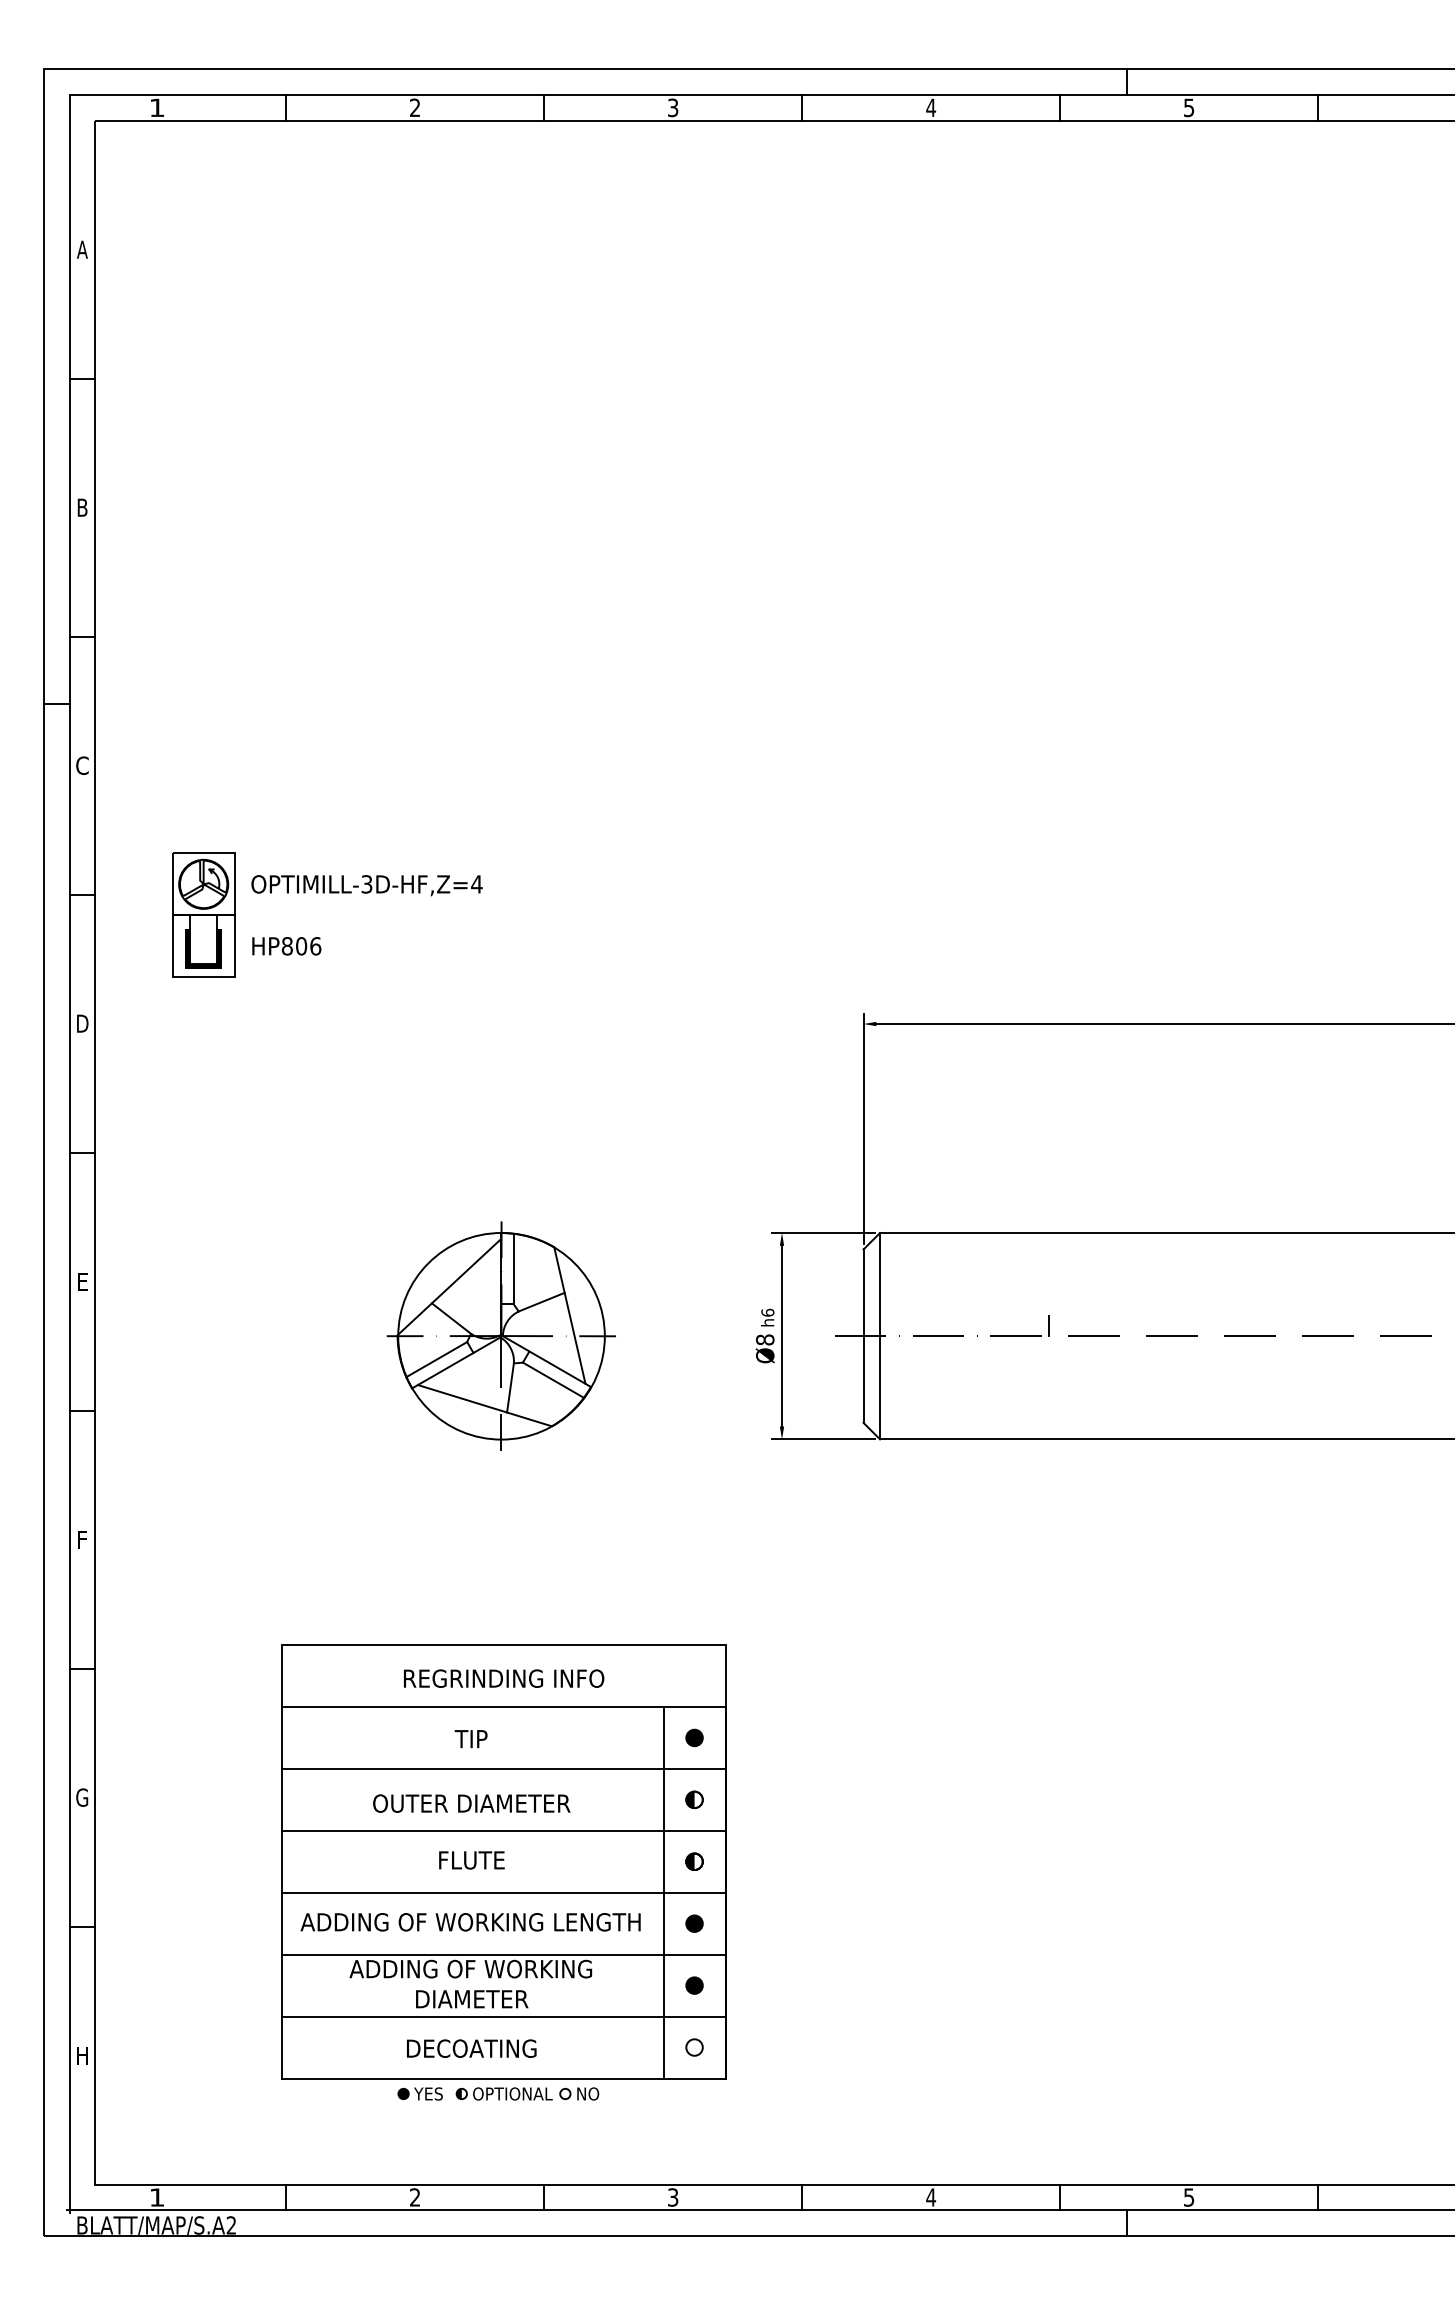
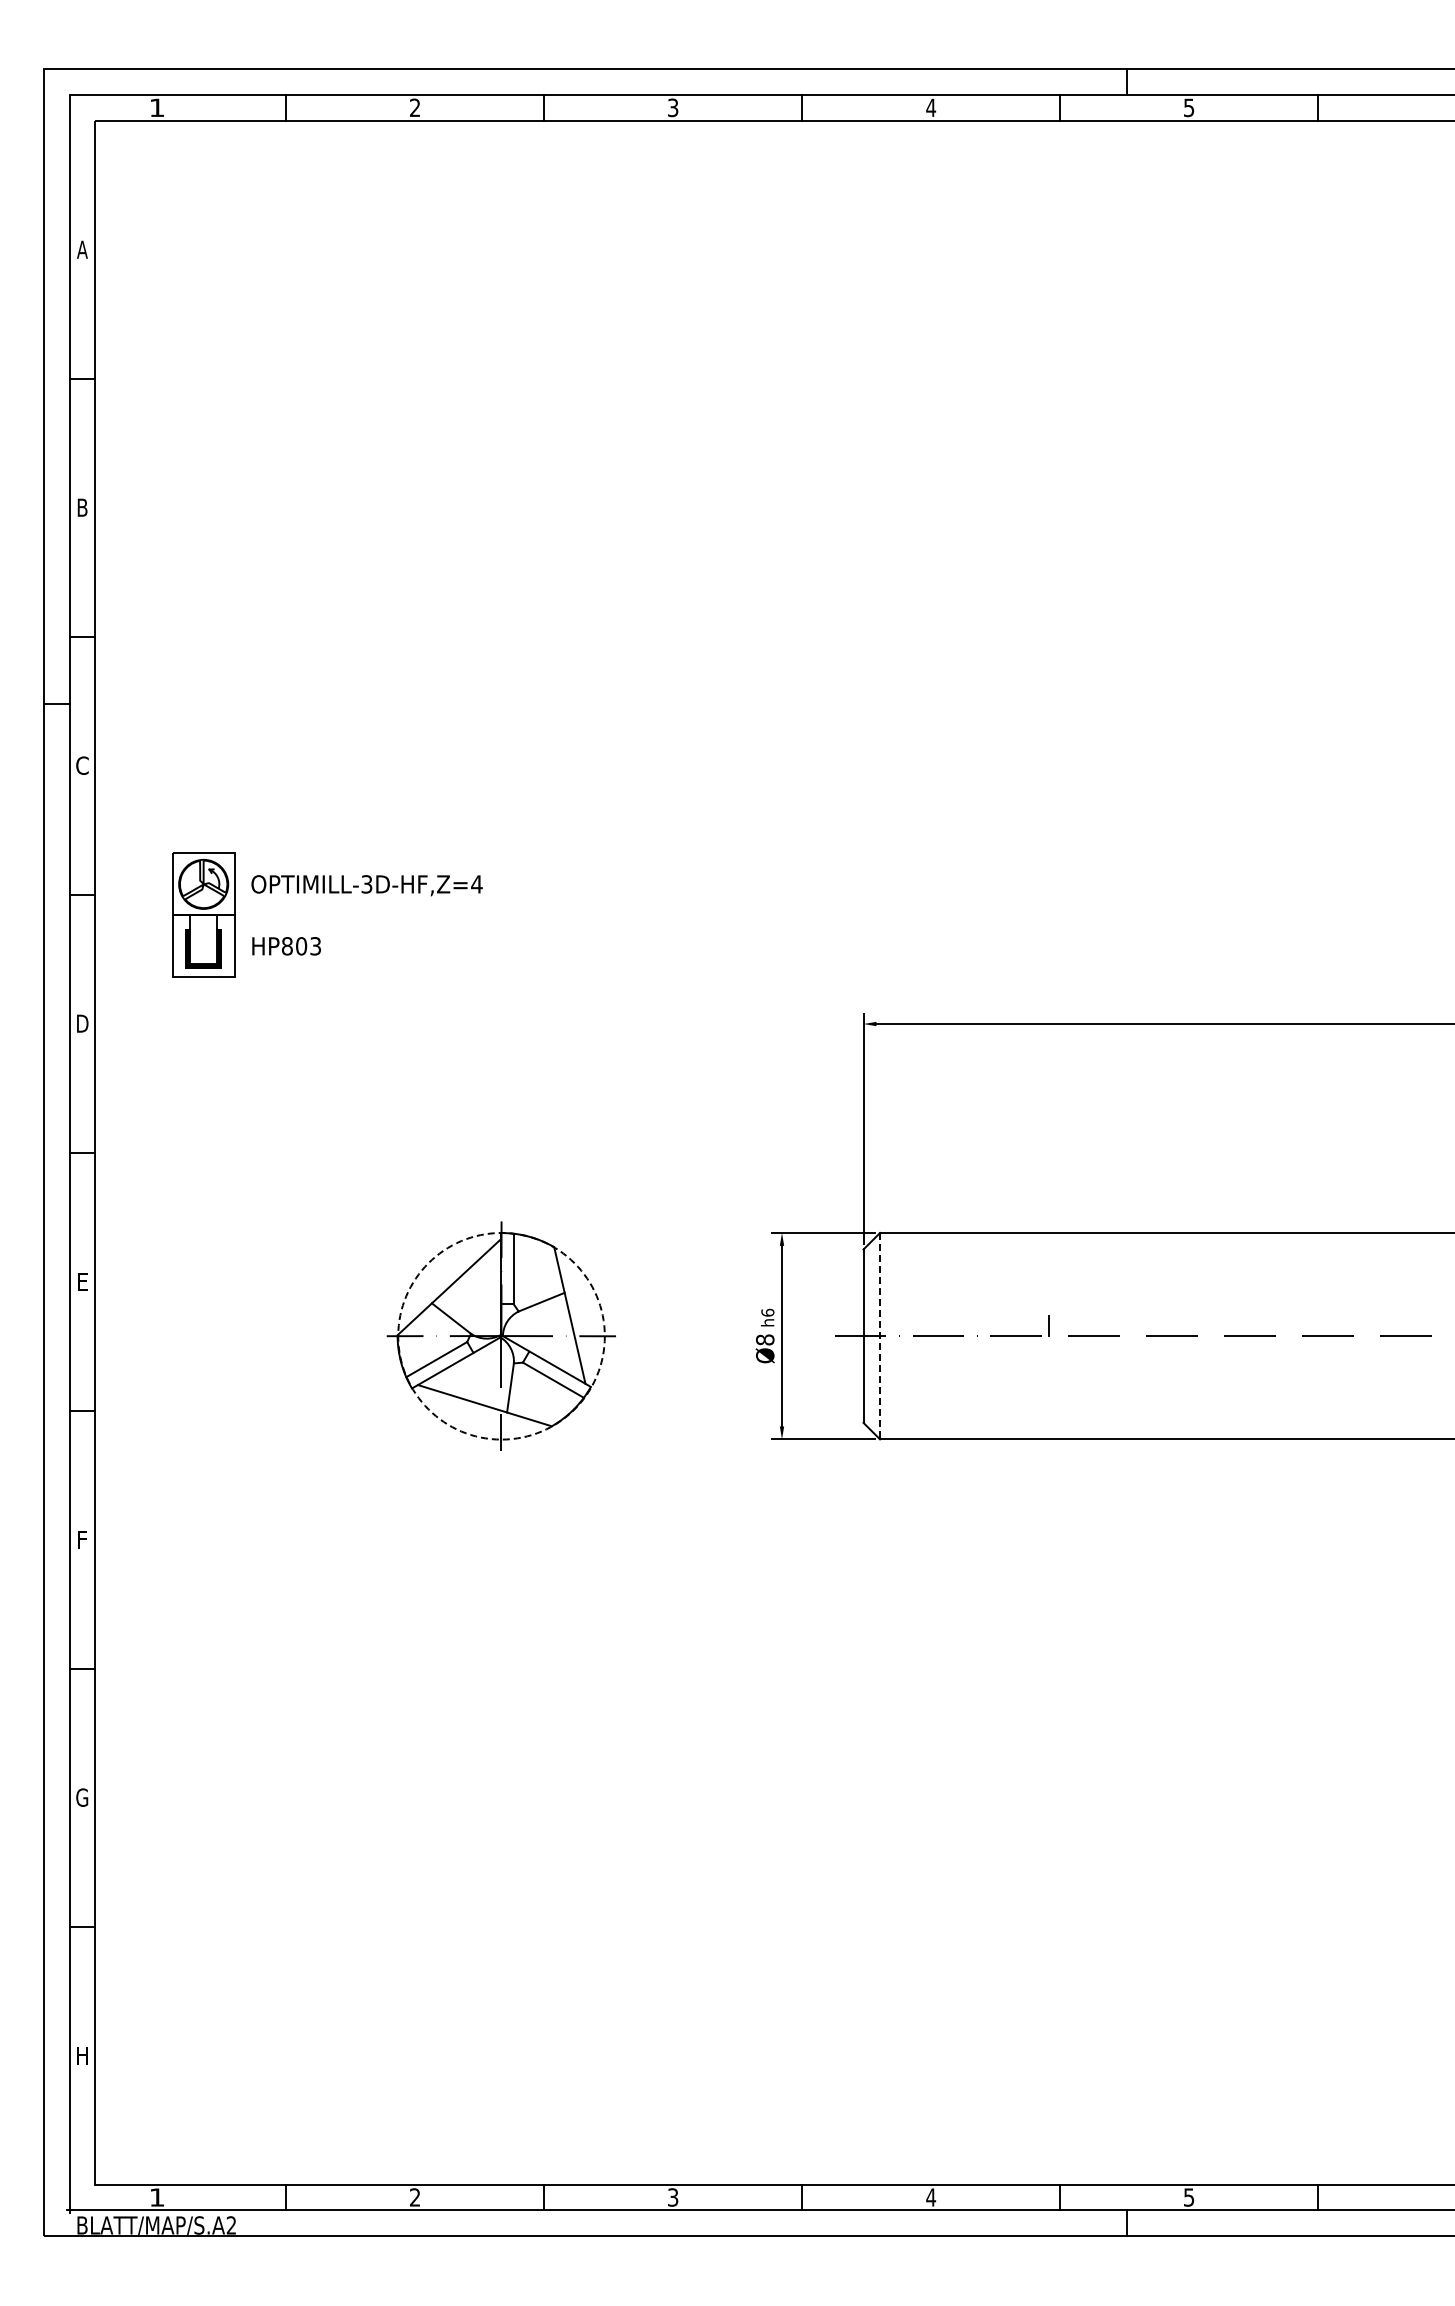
text at (315, 946): HP806 -> HP803
circle at (501, 1335): solid -> dashed
line at (880, 1336): solid -> dashed
part at (503, 1872): present -> none
